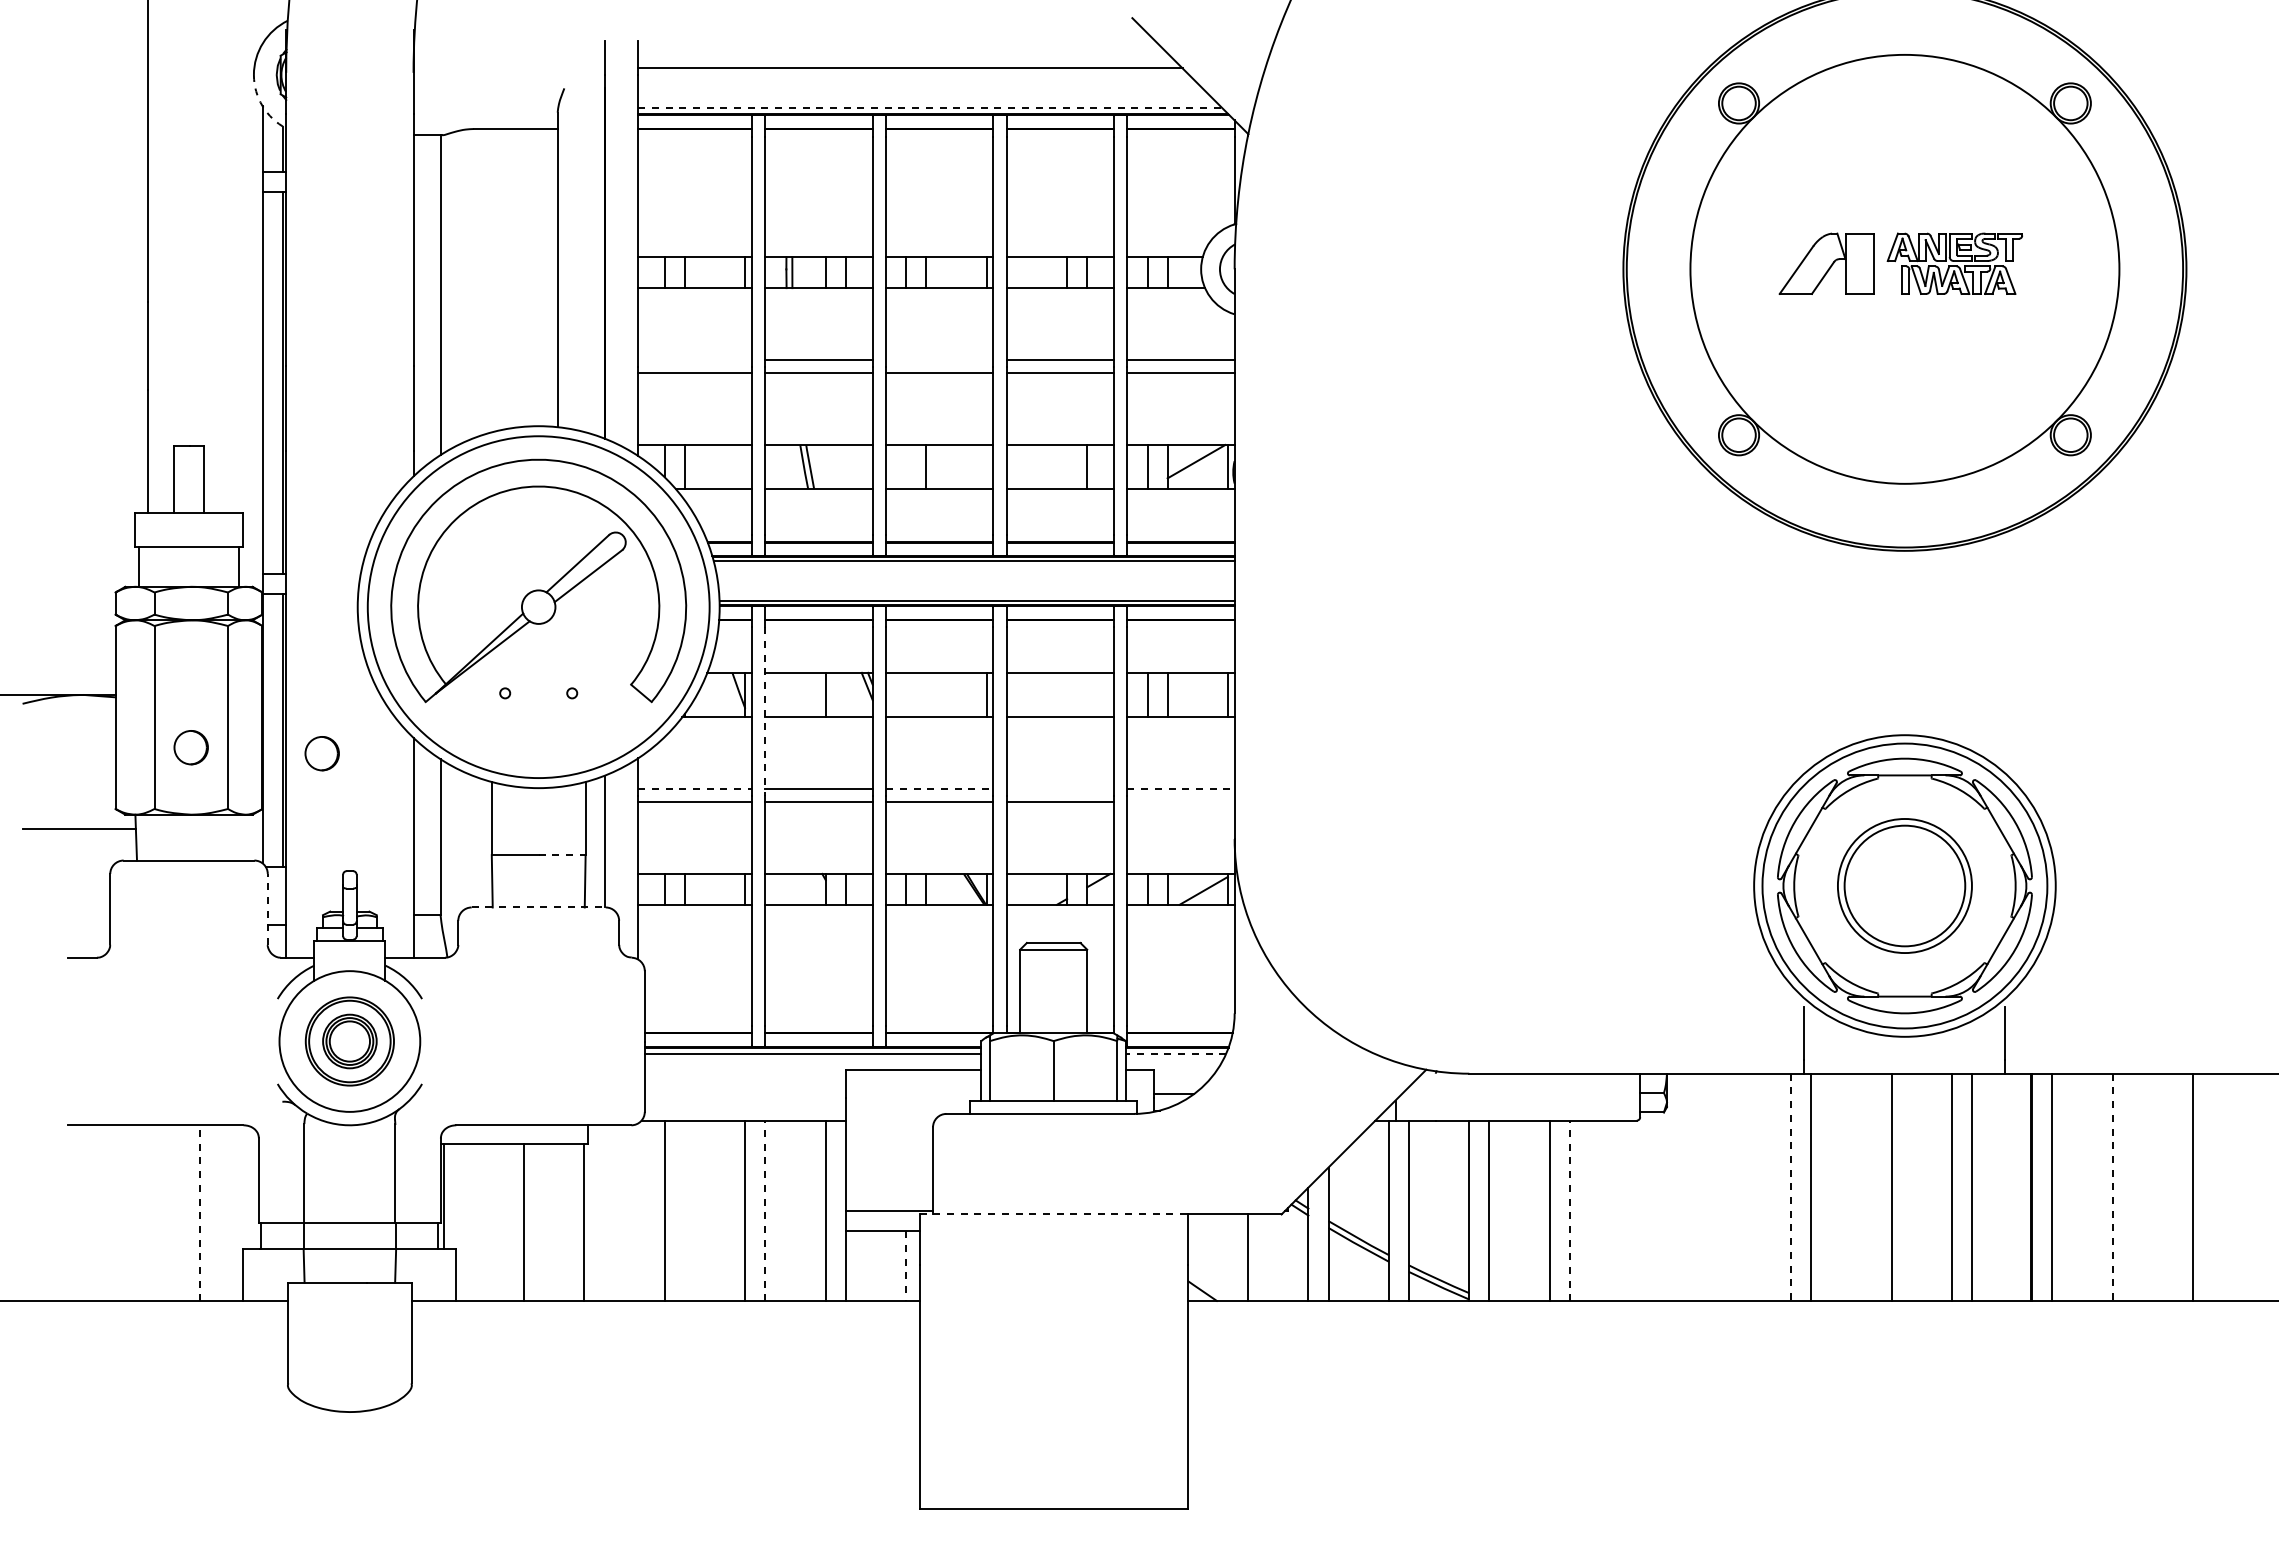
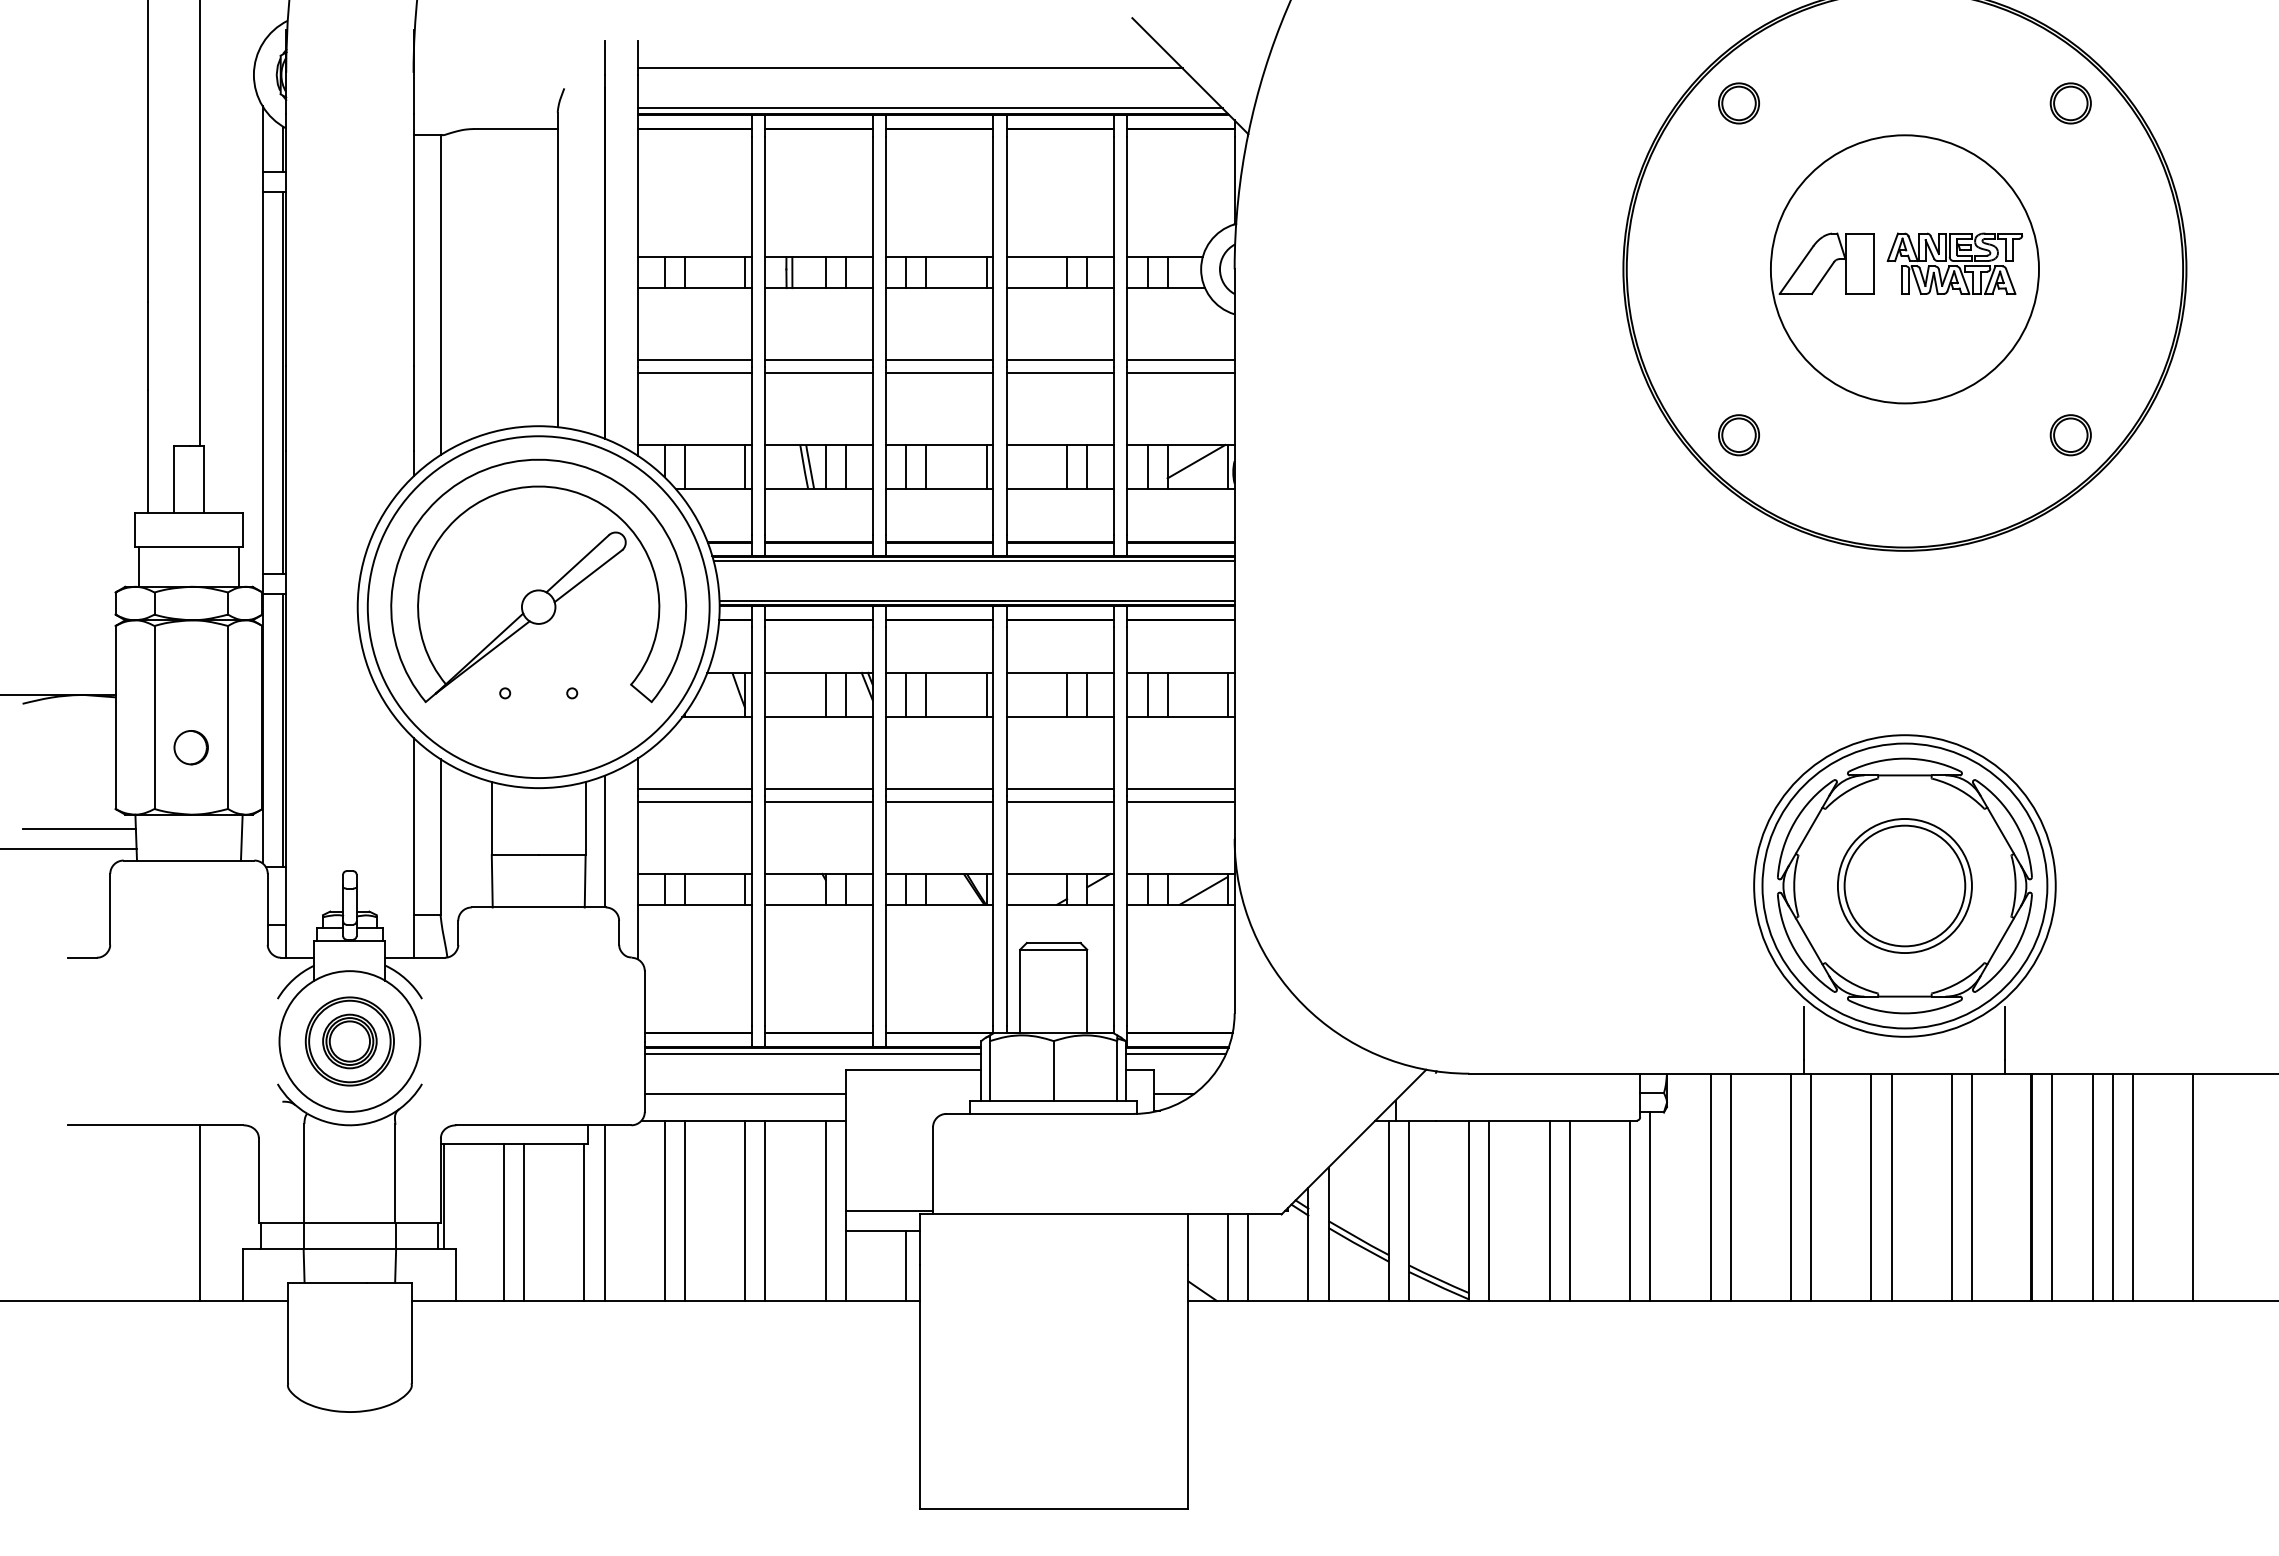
arc at (262, 106): dashed -> solid
line at (930, 108): dashed -> solid
line at (200, 224): none -> present
circle at (1904, 268) diameter: 429 px -> 268 px
line at (695, 359): none -> present
line at (939, 359): none -> present
line at (745, 466): none -> present
line at (825, 466): none -> present
line at (845, 466): none -> present
line at (906, 466): none -> present
line at (986, 466): none -> present
line at (1067, 466): none -> present
line at (845, 694): none -> present
line at (906, 694): none -> present
line at (926, 694): none -> present
line at (1067, 694): none -> present
line at (1087, 694): none -> present
line at (765, 711): dashed -> solid
circle at (321, 753): present -> none
line at (695, 788): dashed -> solid
line at (939, 788): dashed -> solid
line at (1060, 788): none -> present
line at (1181, 788): dashed -> solid
line at (1180, 802): none -> present
line at (241, 837): none -> present
line at (69, 849): none -> present
line at (562, 855): dashed -> solid
line at (539, 907): dashed -> solid
line at (267, 909): dashed -> solid
line at (1175, 1053): dashed -> solid
line at (744, 1093): none -> present
line at (1710, 1187): none -> present
line at (1730, 1187): none -> present
line at (1790, 1187): dashed -> solid
line at (1871, 1187): none -> present
line at (2092, 1187): none -> present
line at (2112, 1187): dashed -> solid
line at (2132, 1187): none -> present
line at (1650, 1206): none -> present
line at (685, 1210): none -> present
line at (765, 1210): dashed -> solid
line at (1569, 1210): dashed -> solid
line at (1630, 1210): none -> present
line at (200, 1212): dashed -> solid
line at (604, 1213): none -> present
line at (1054, 1214): dashed -> solid
line at (504, 1222): none -> present
line at (1227, 1257): none -> present
line at (906, 1266): dashed -> solid
